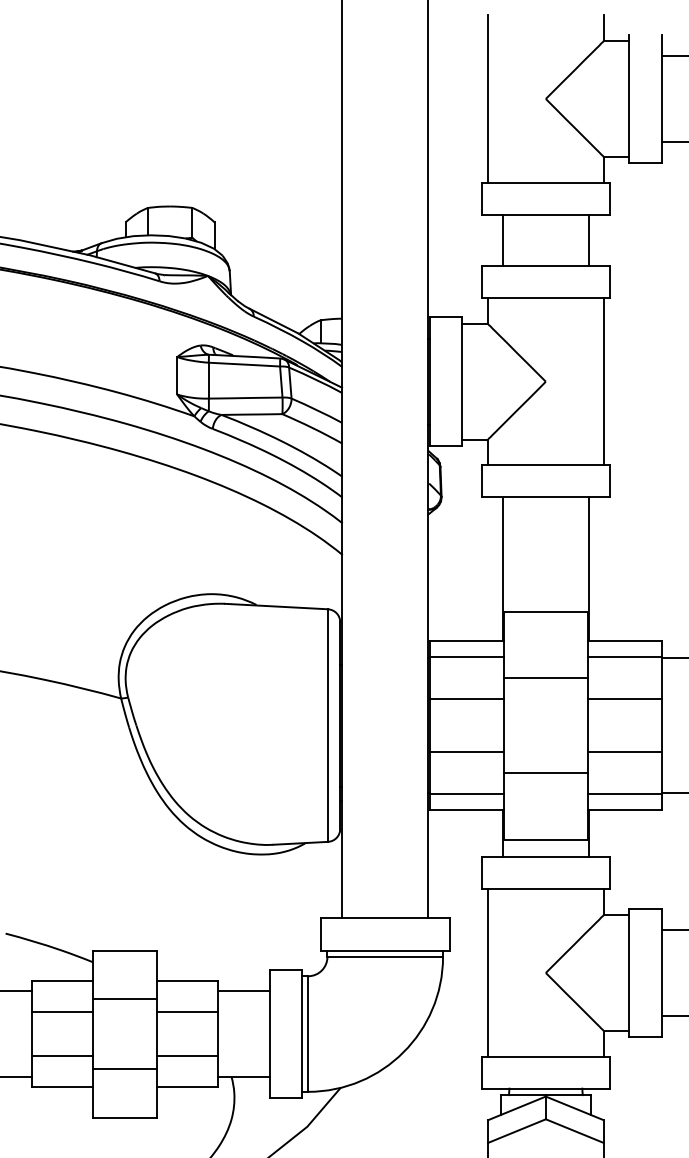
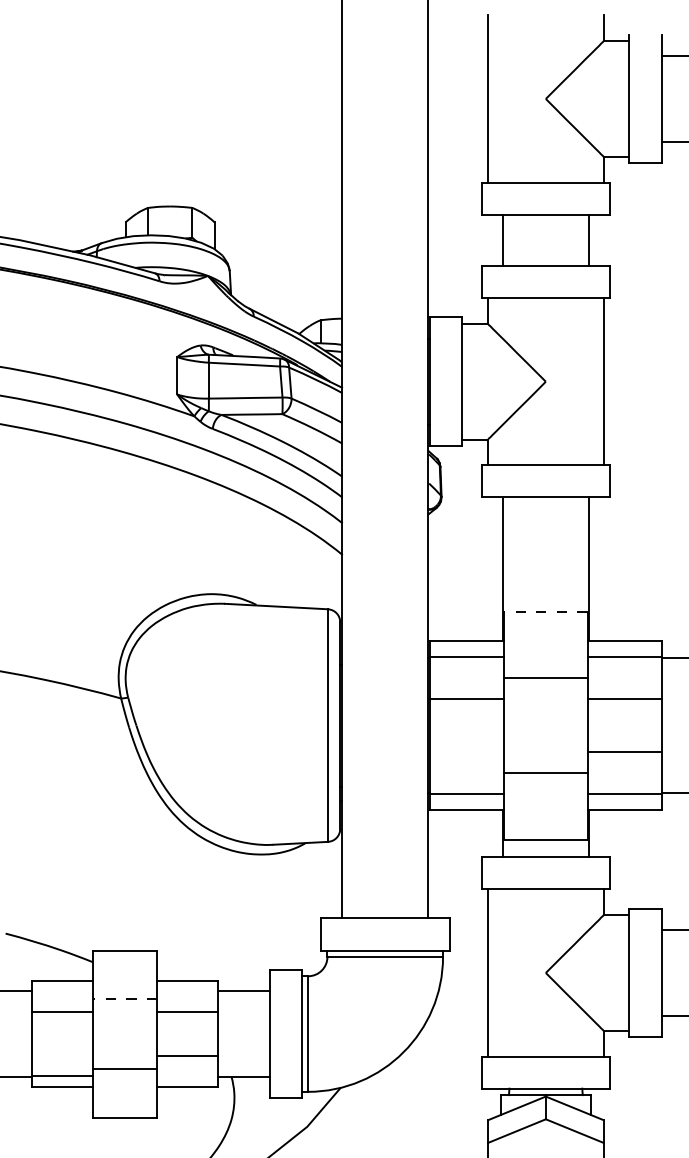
line at (545, 611): solid -> dashed
line at (467, 751): present -> none
line at (124, 999): solid -> dashed
line at (61, 1056) position: (61, 1056) -> (61, 1076)
